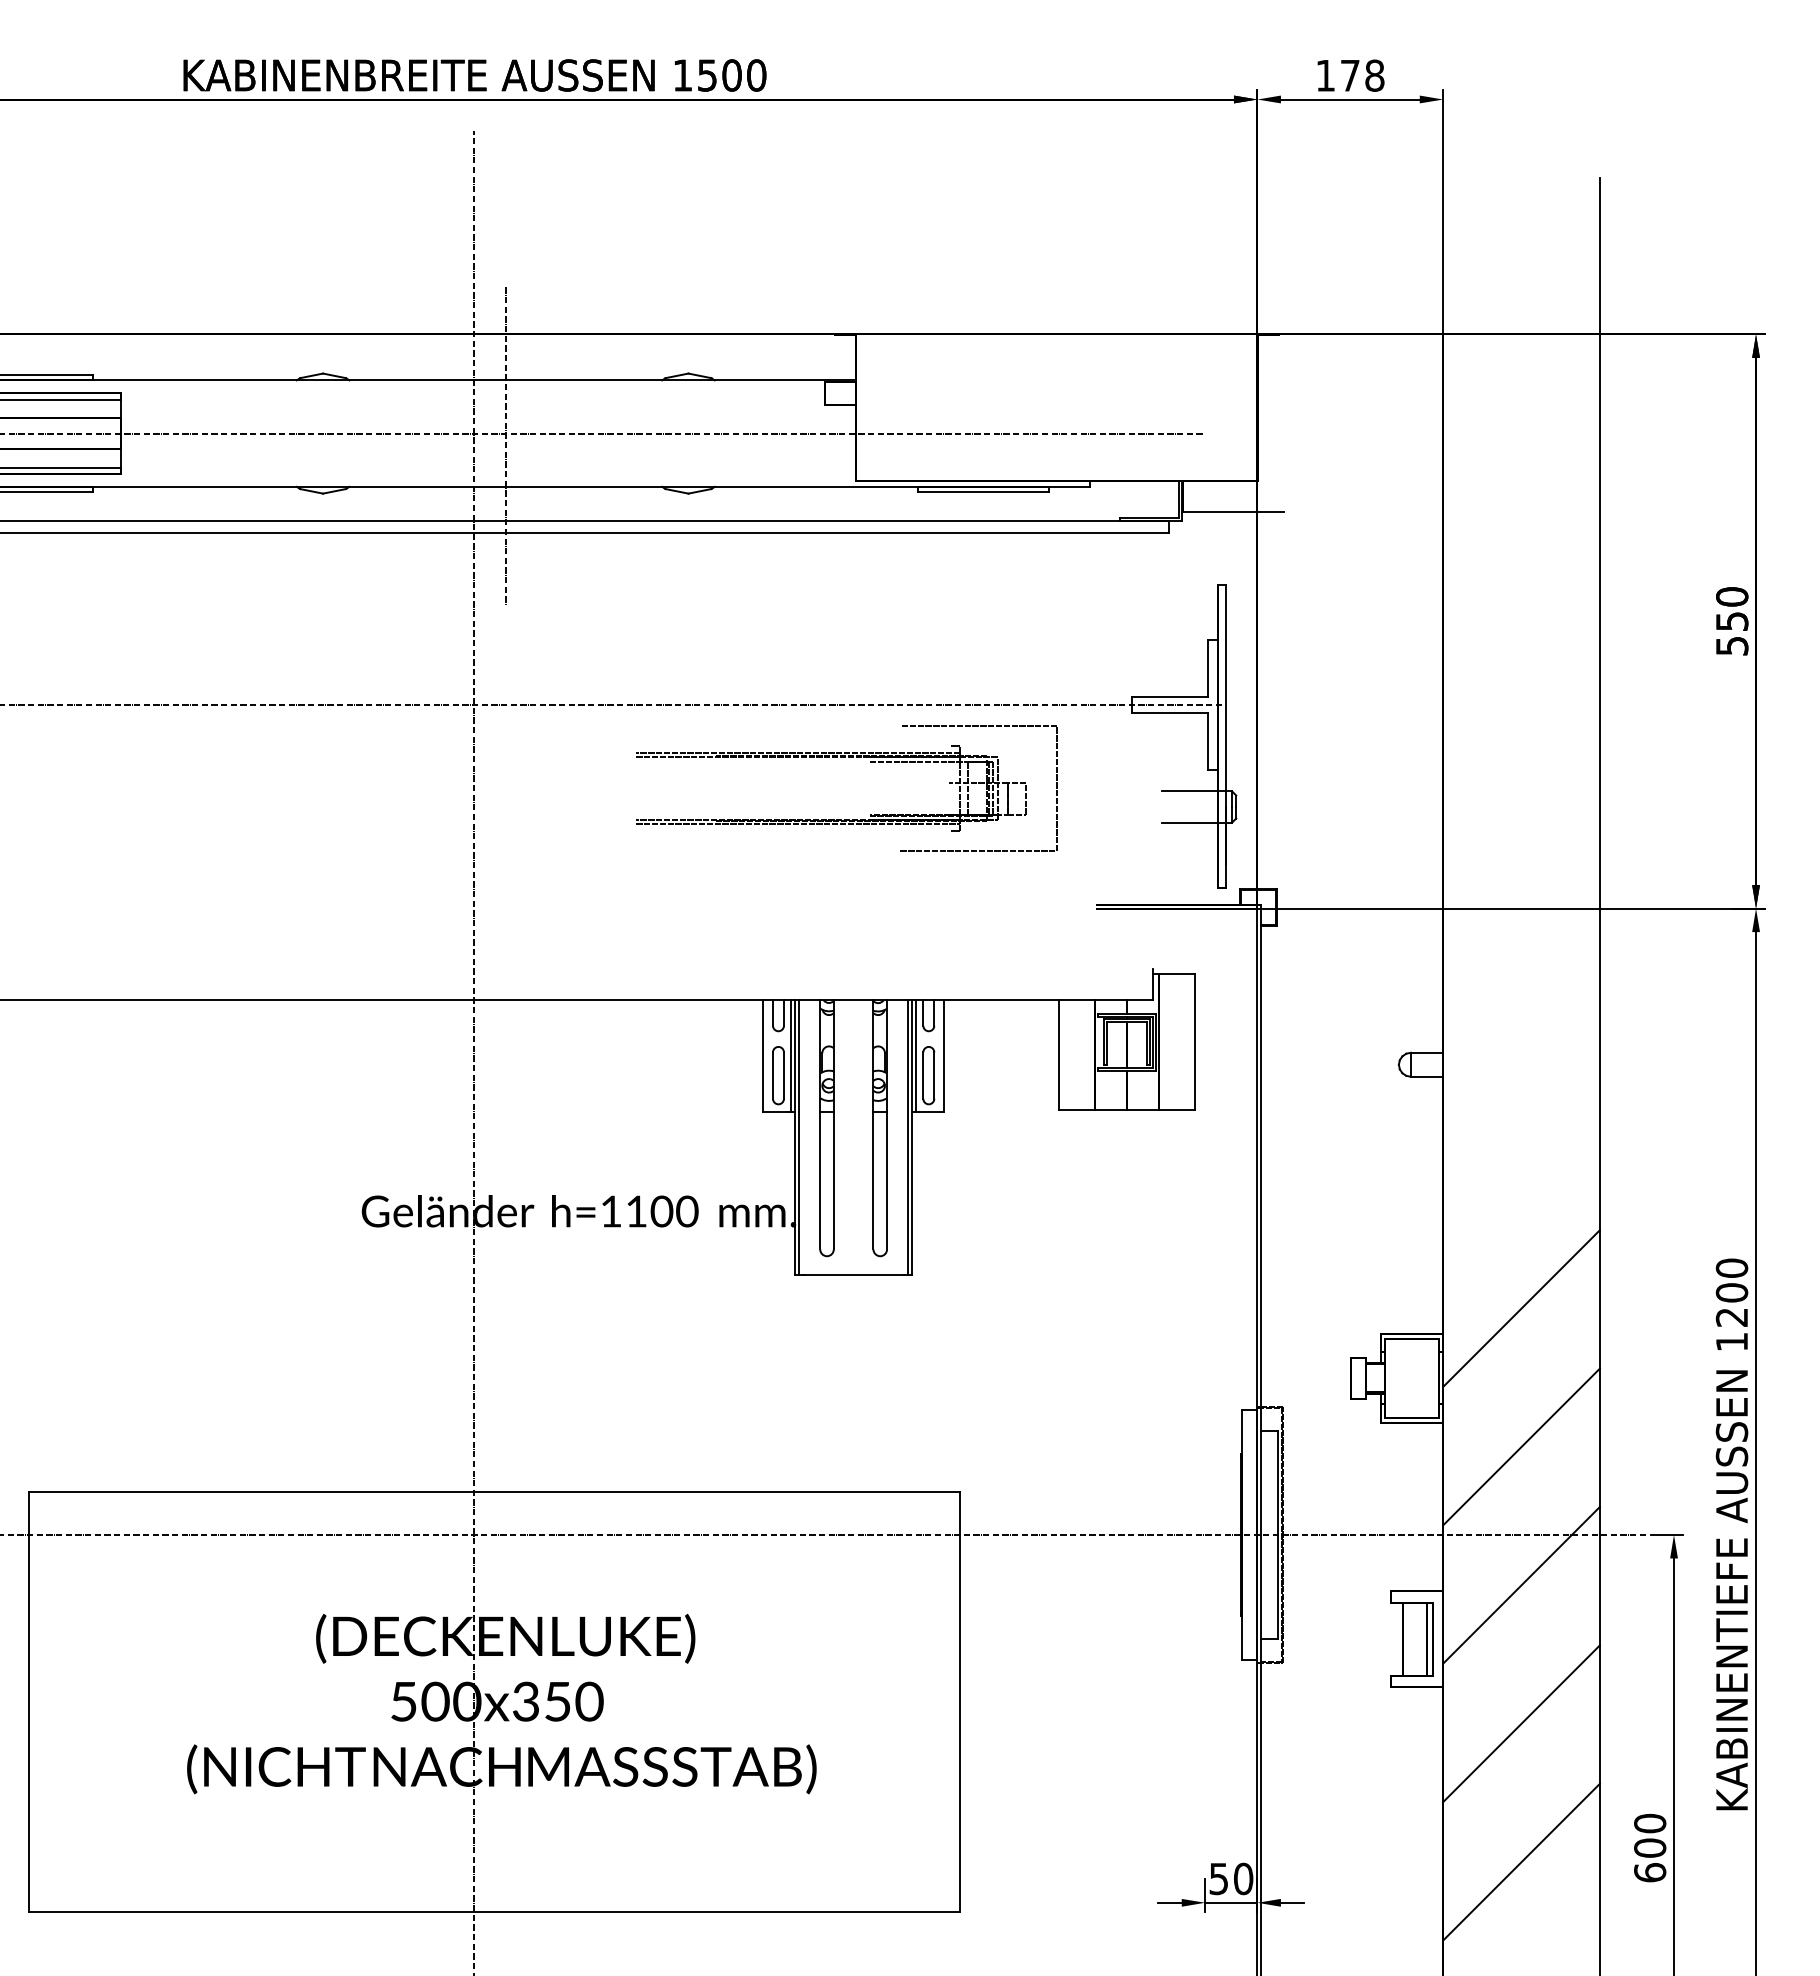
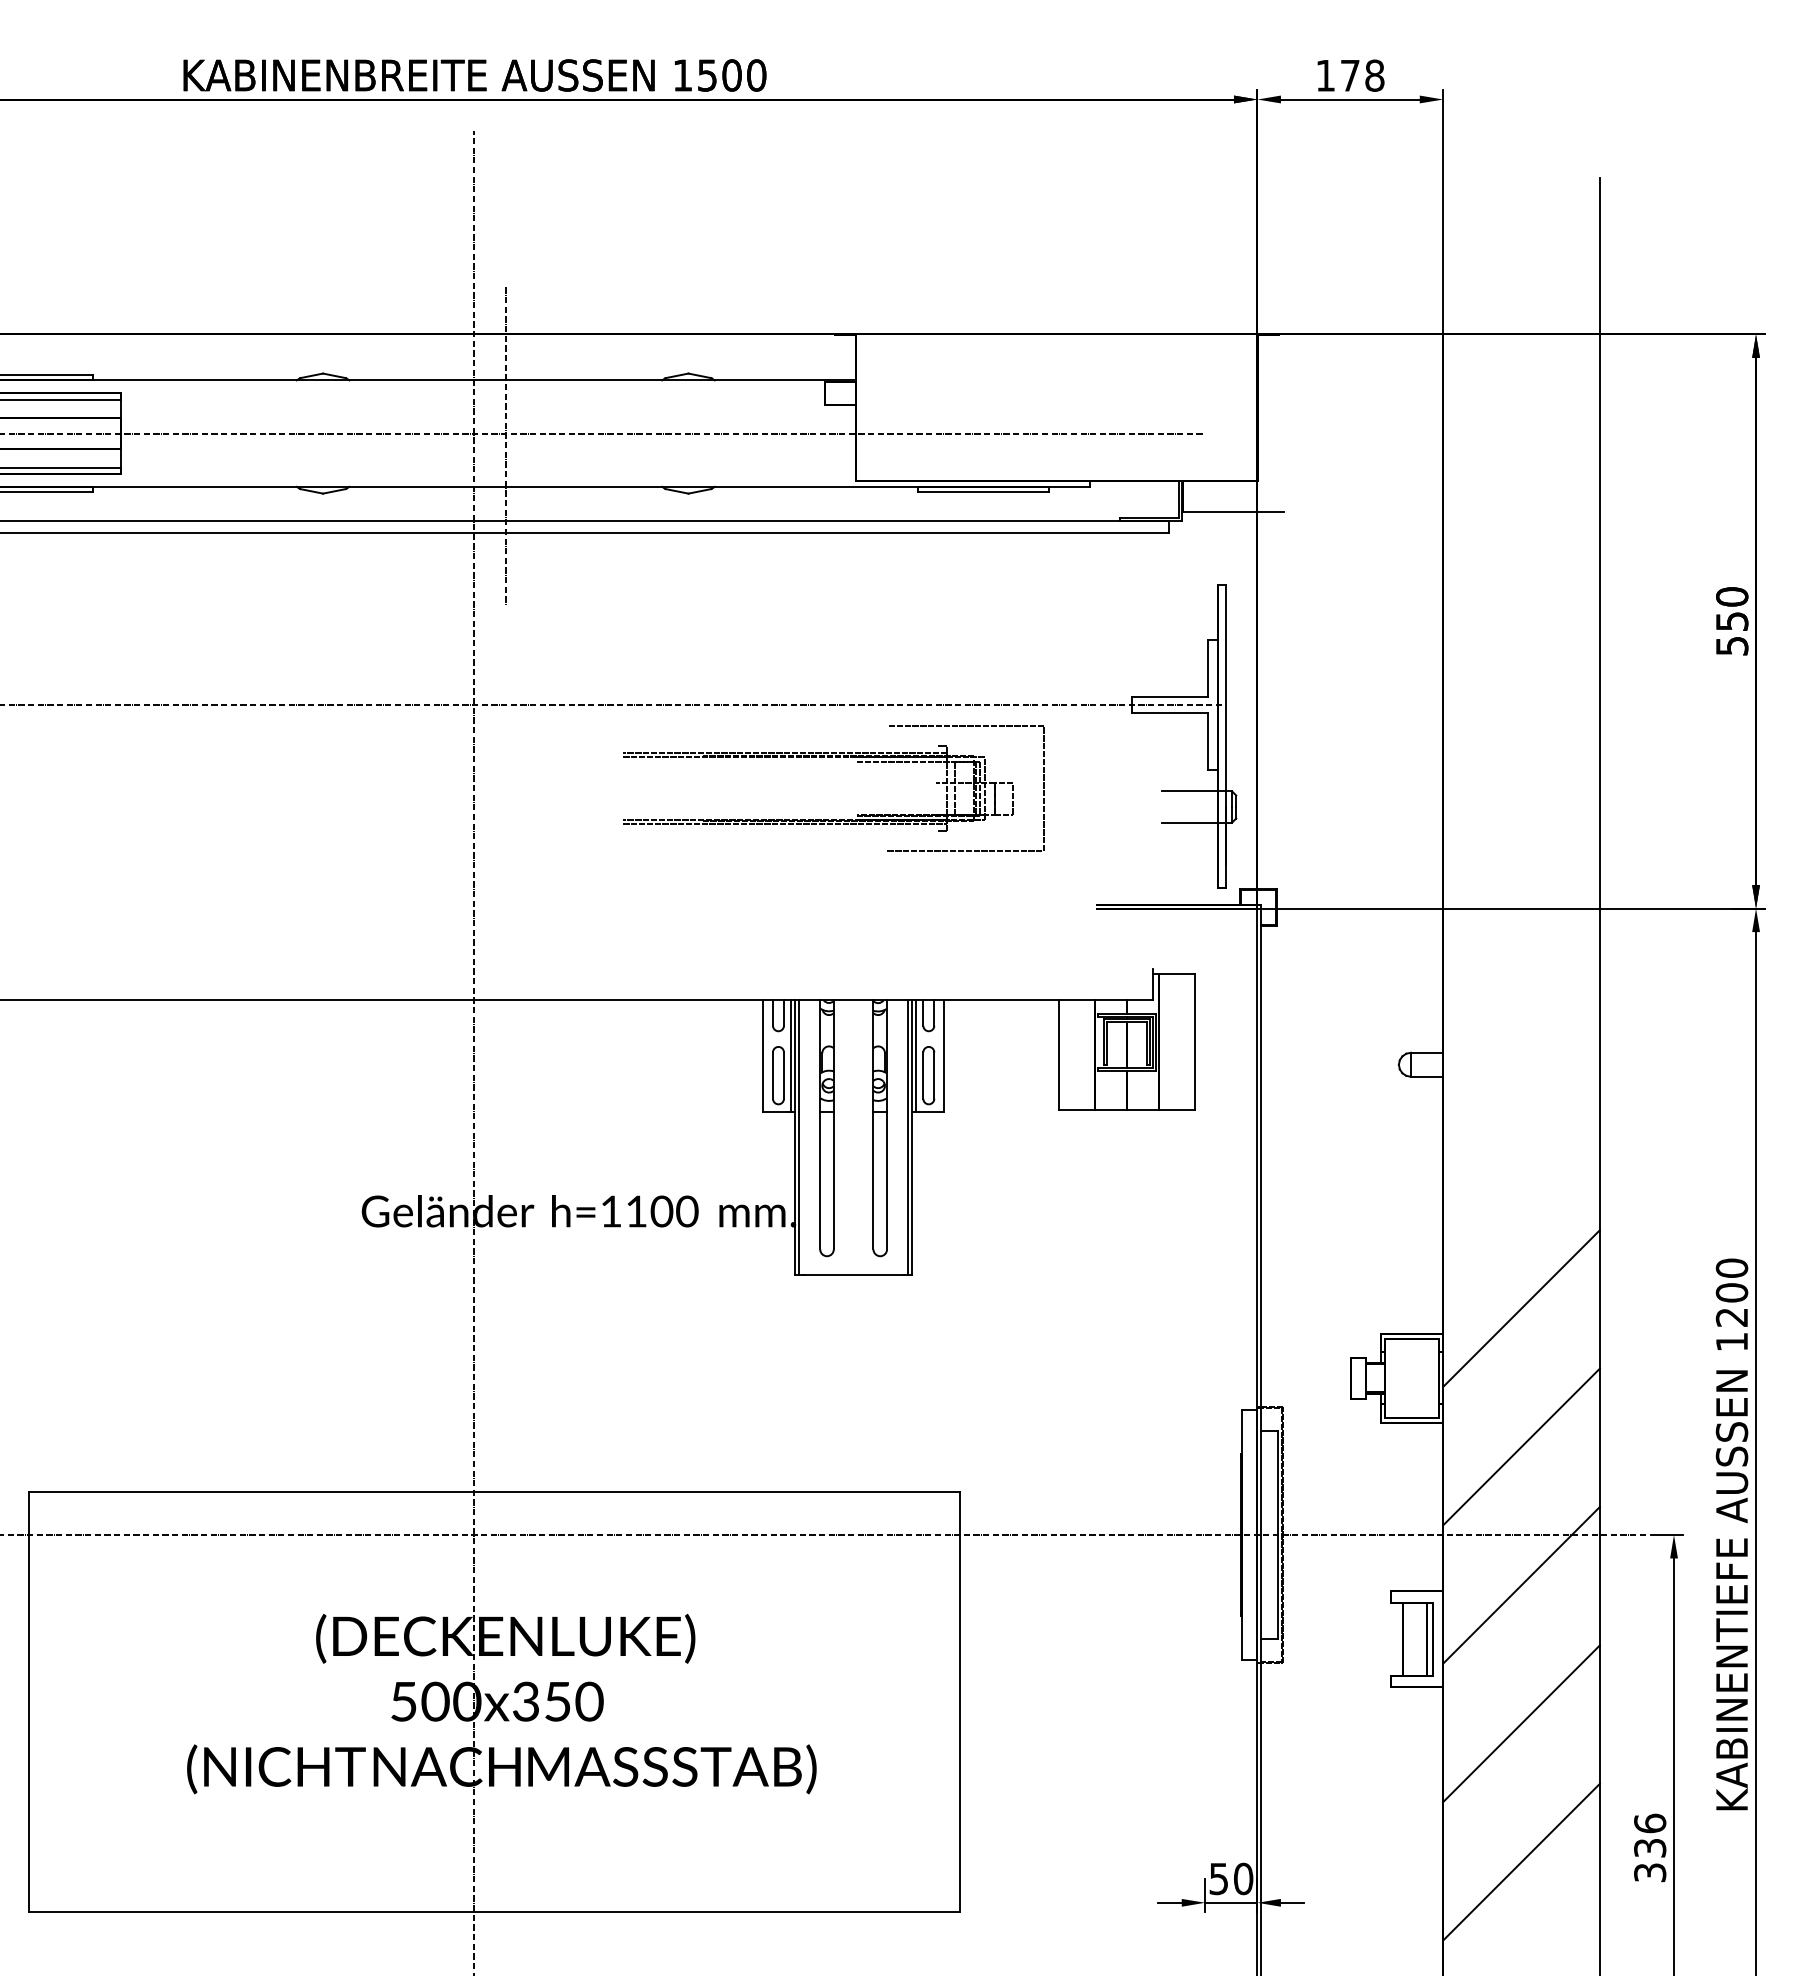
part at (846, 819) position: (846, 819) -> (833, 819)
text at (1650, 1847): 600 -> 336
